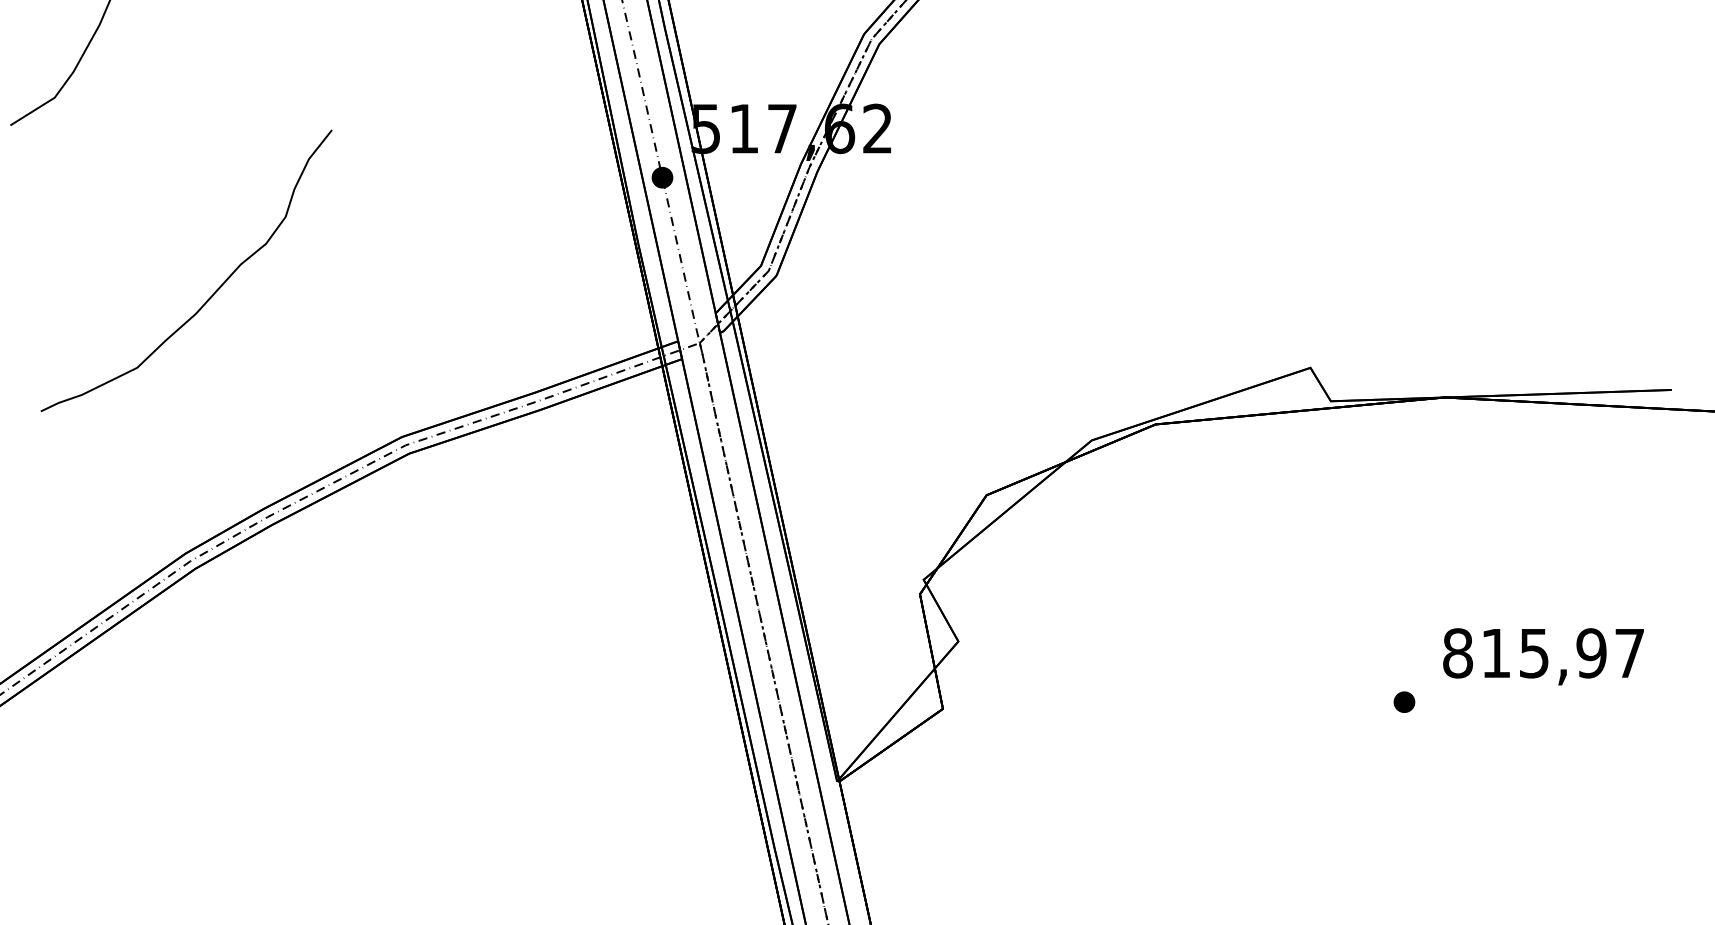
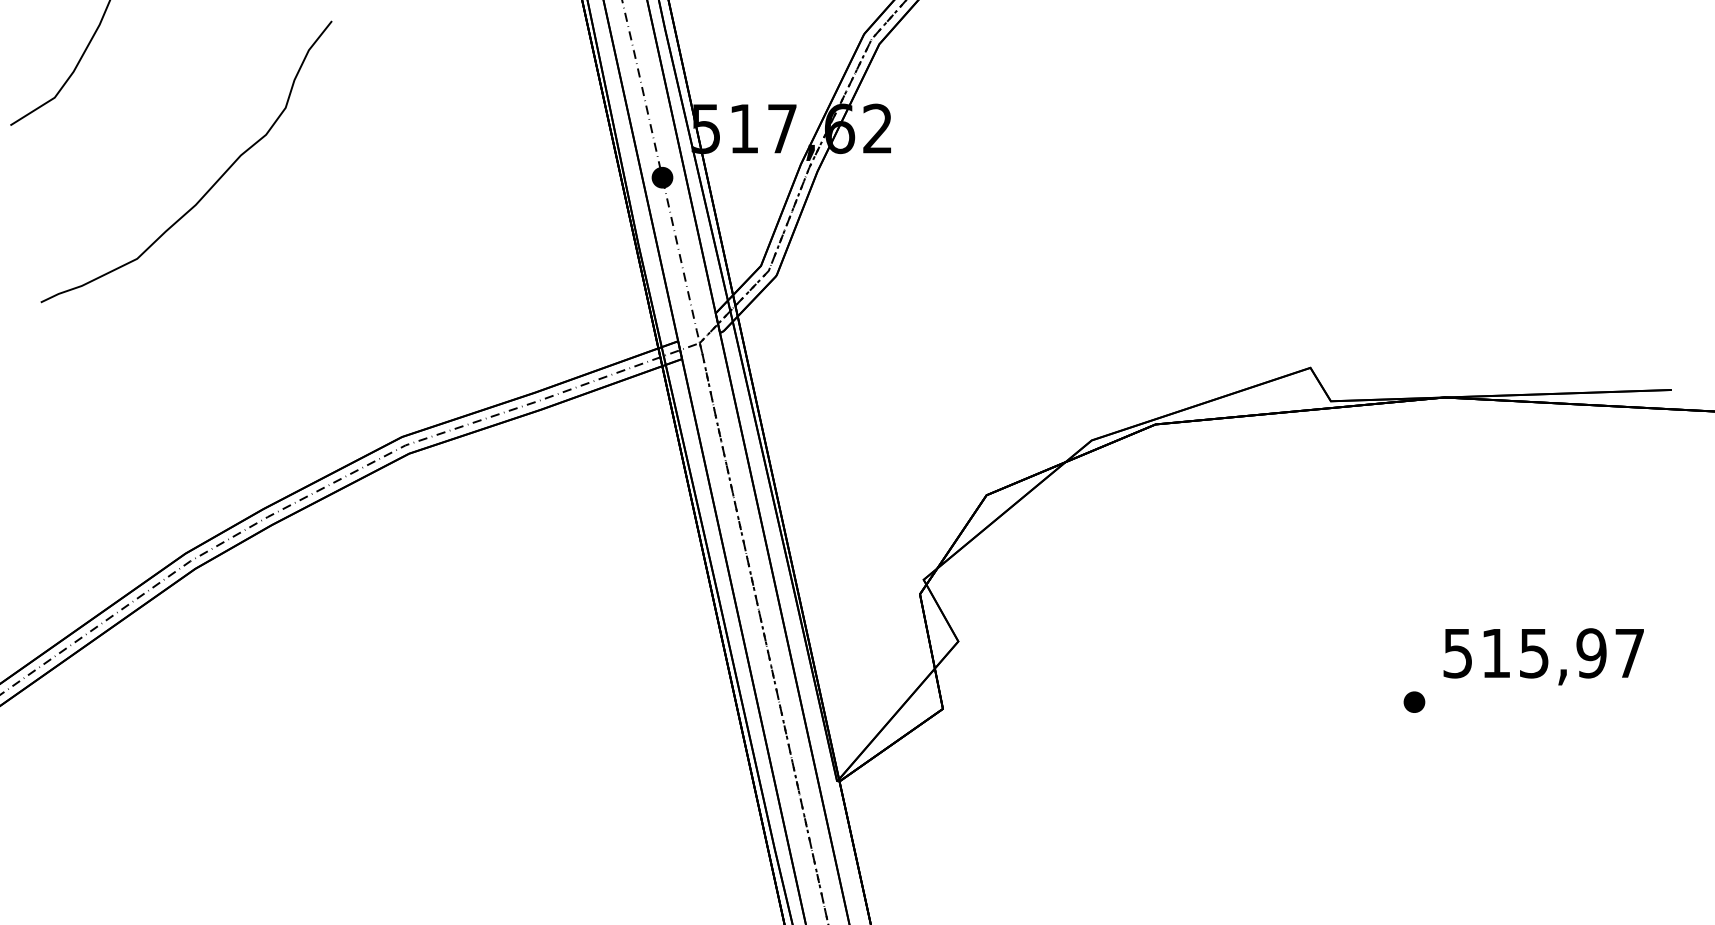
curve at (214, 291) position: (214, 291) -> (214, 182)
text at (1458, 653): 815,97 -> 515,97
part at (1404, 701) position: (1404, 701) -> (1414, 701)
